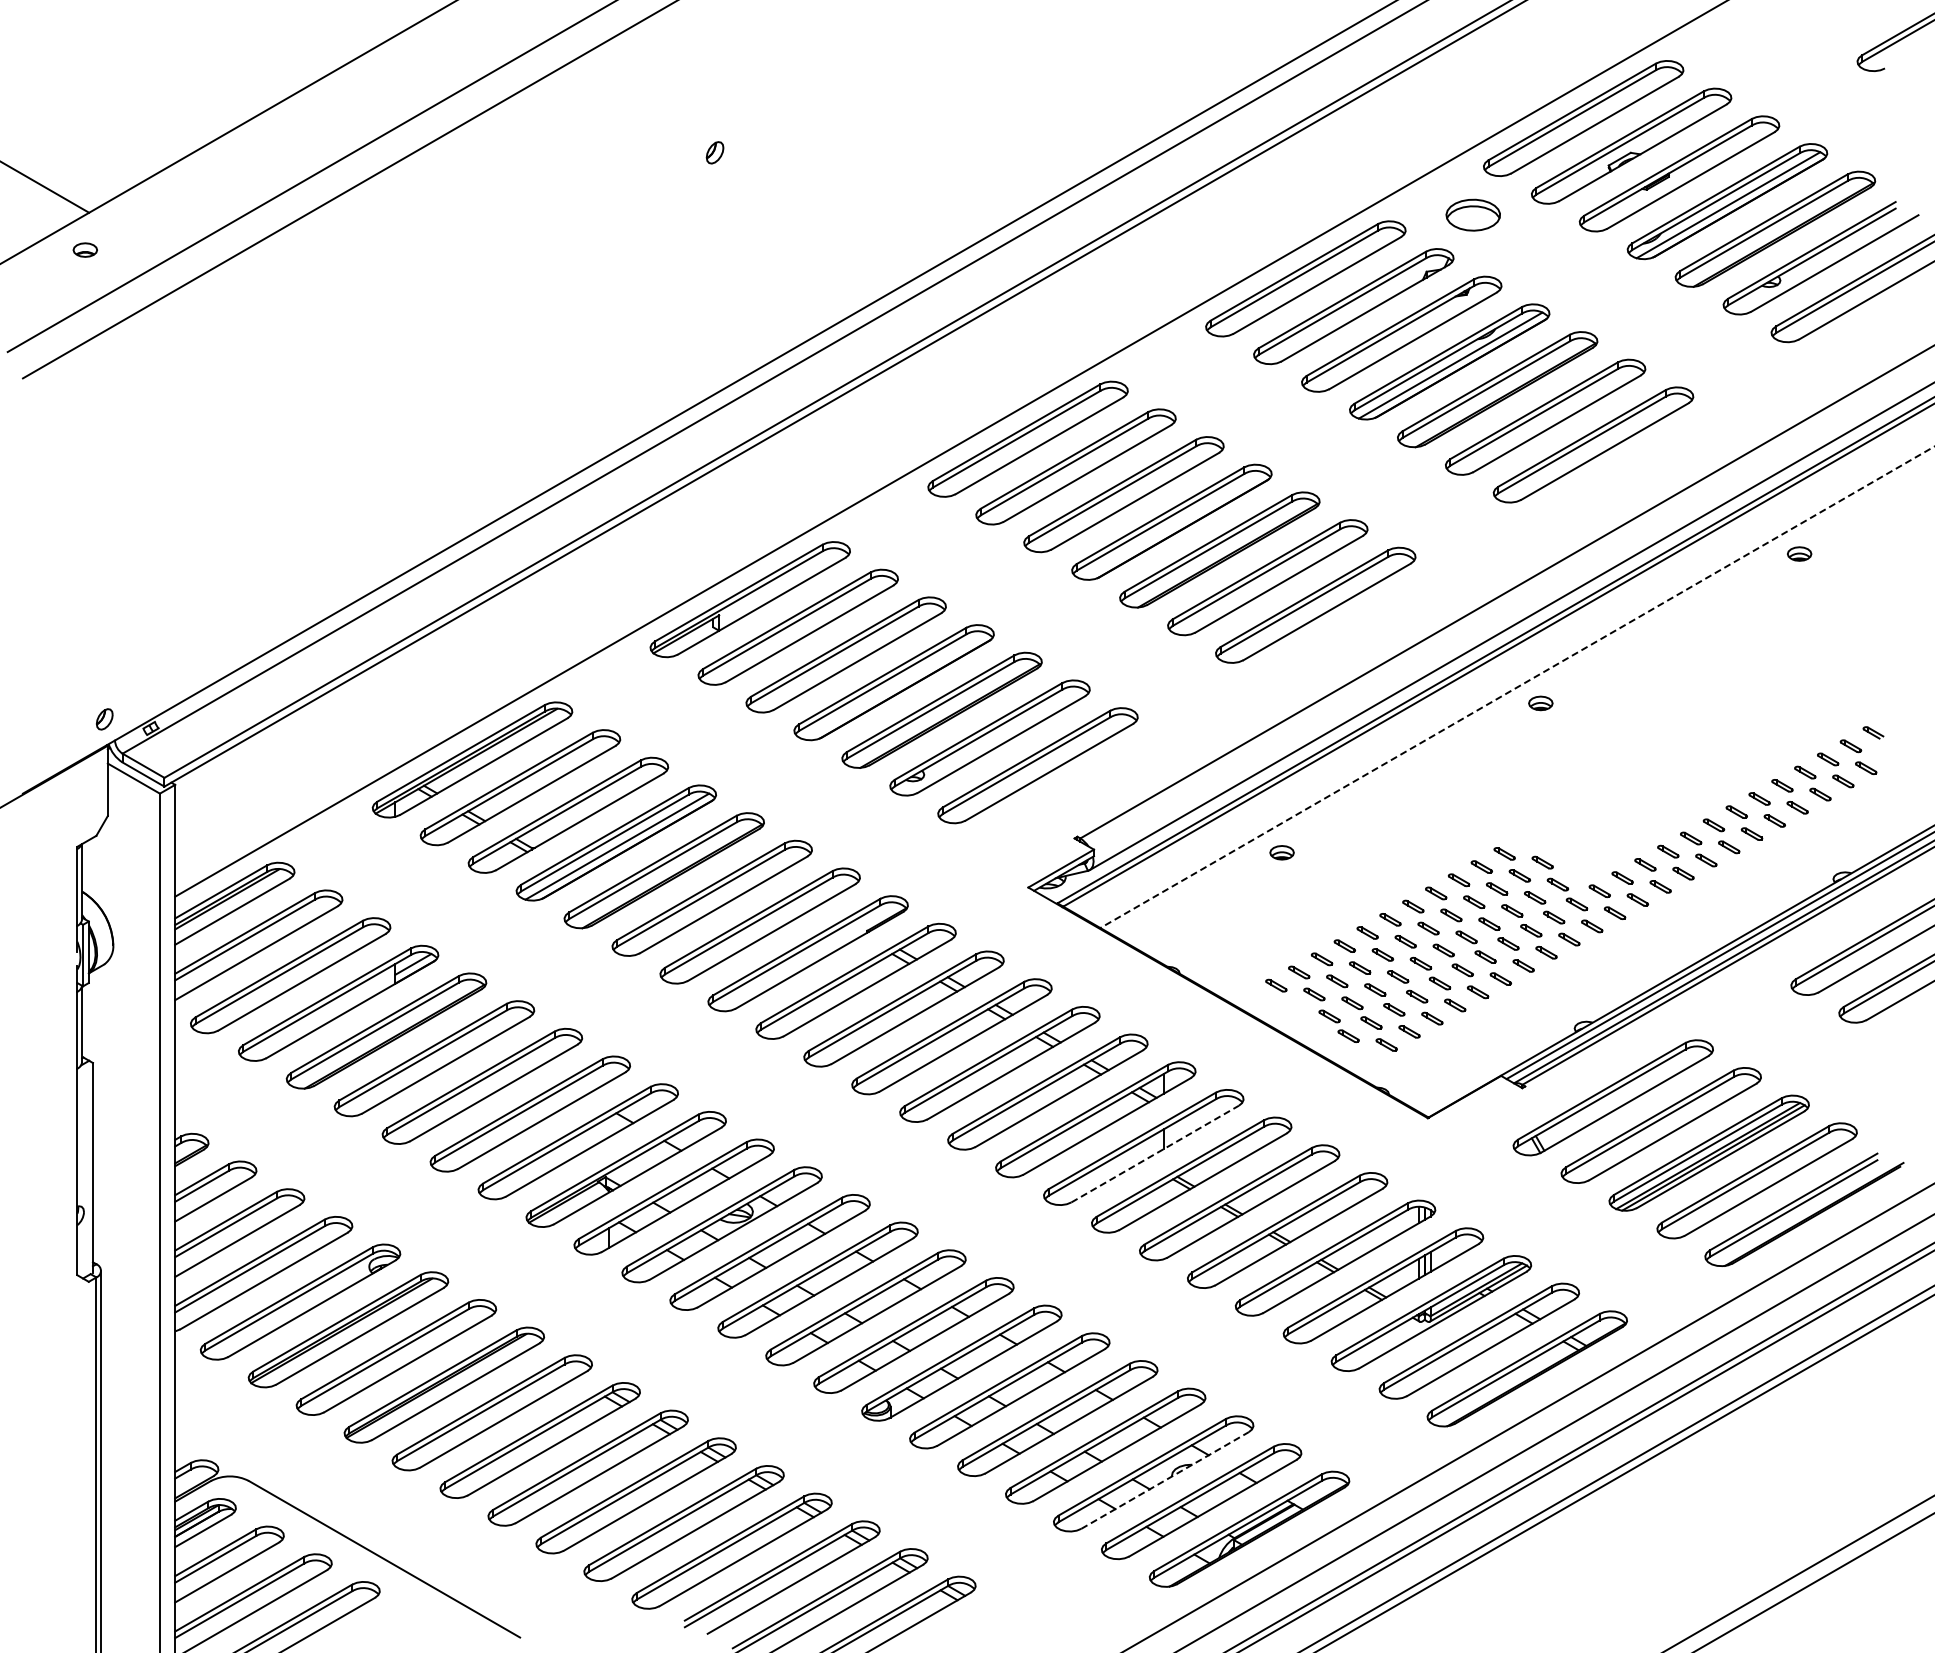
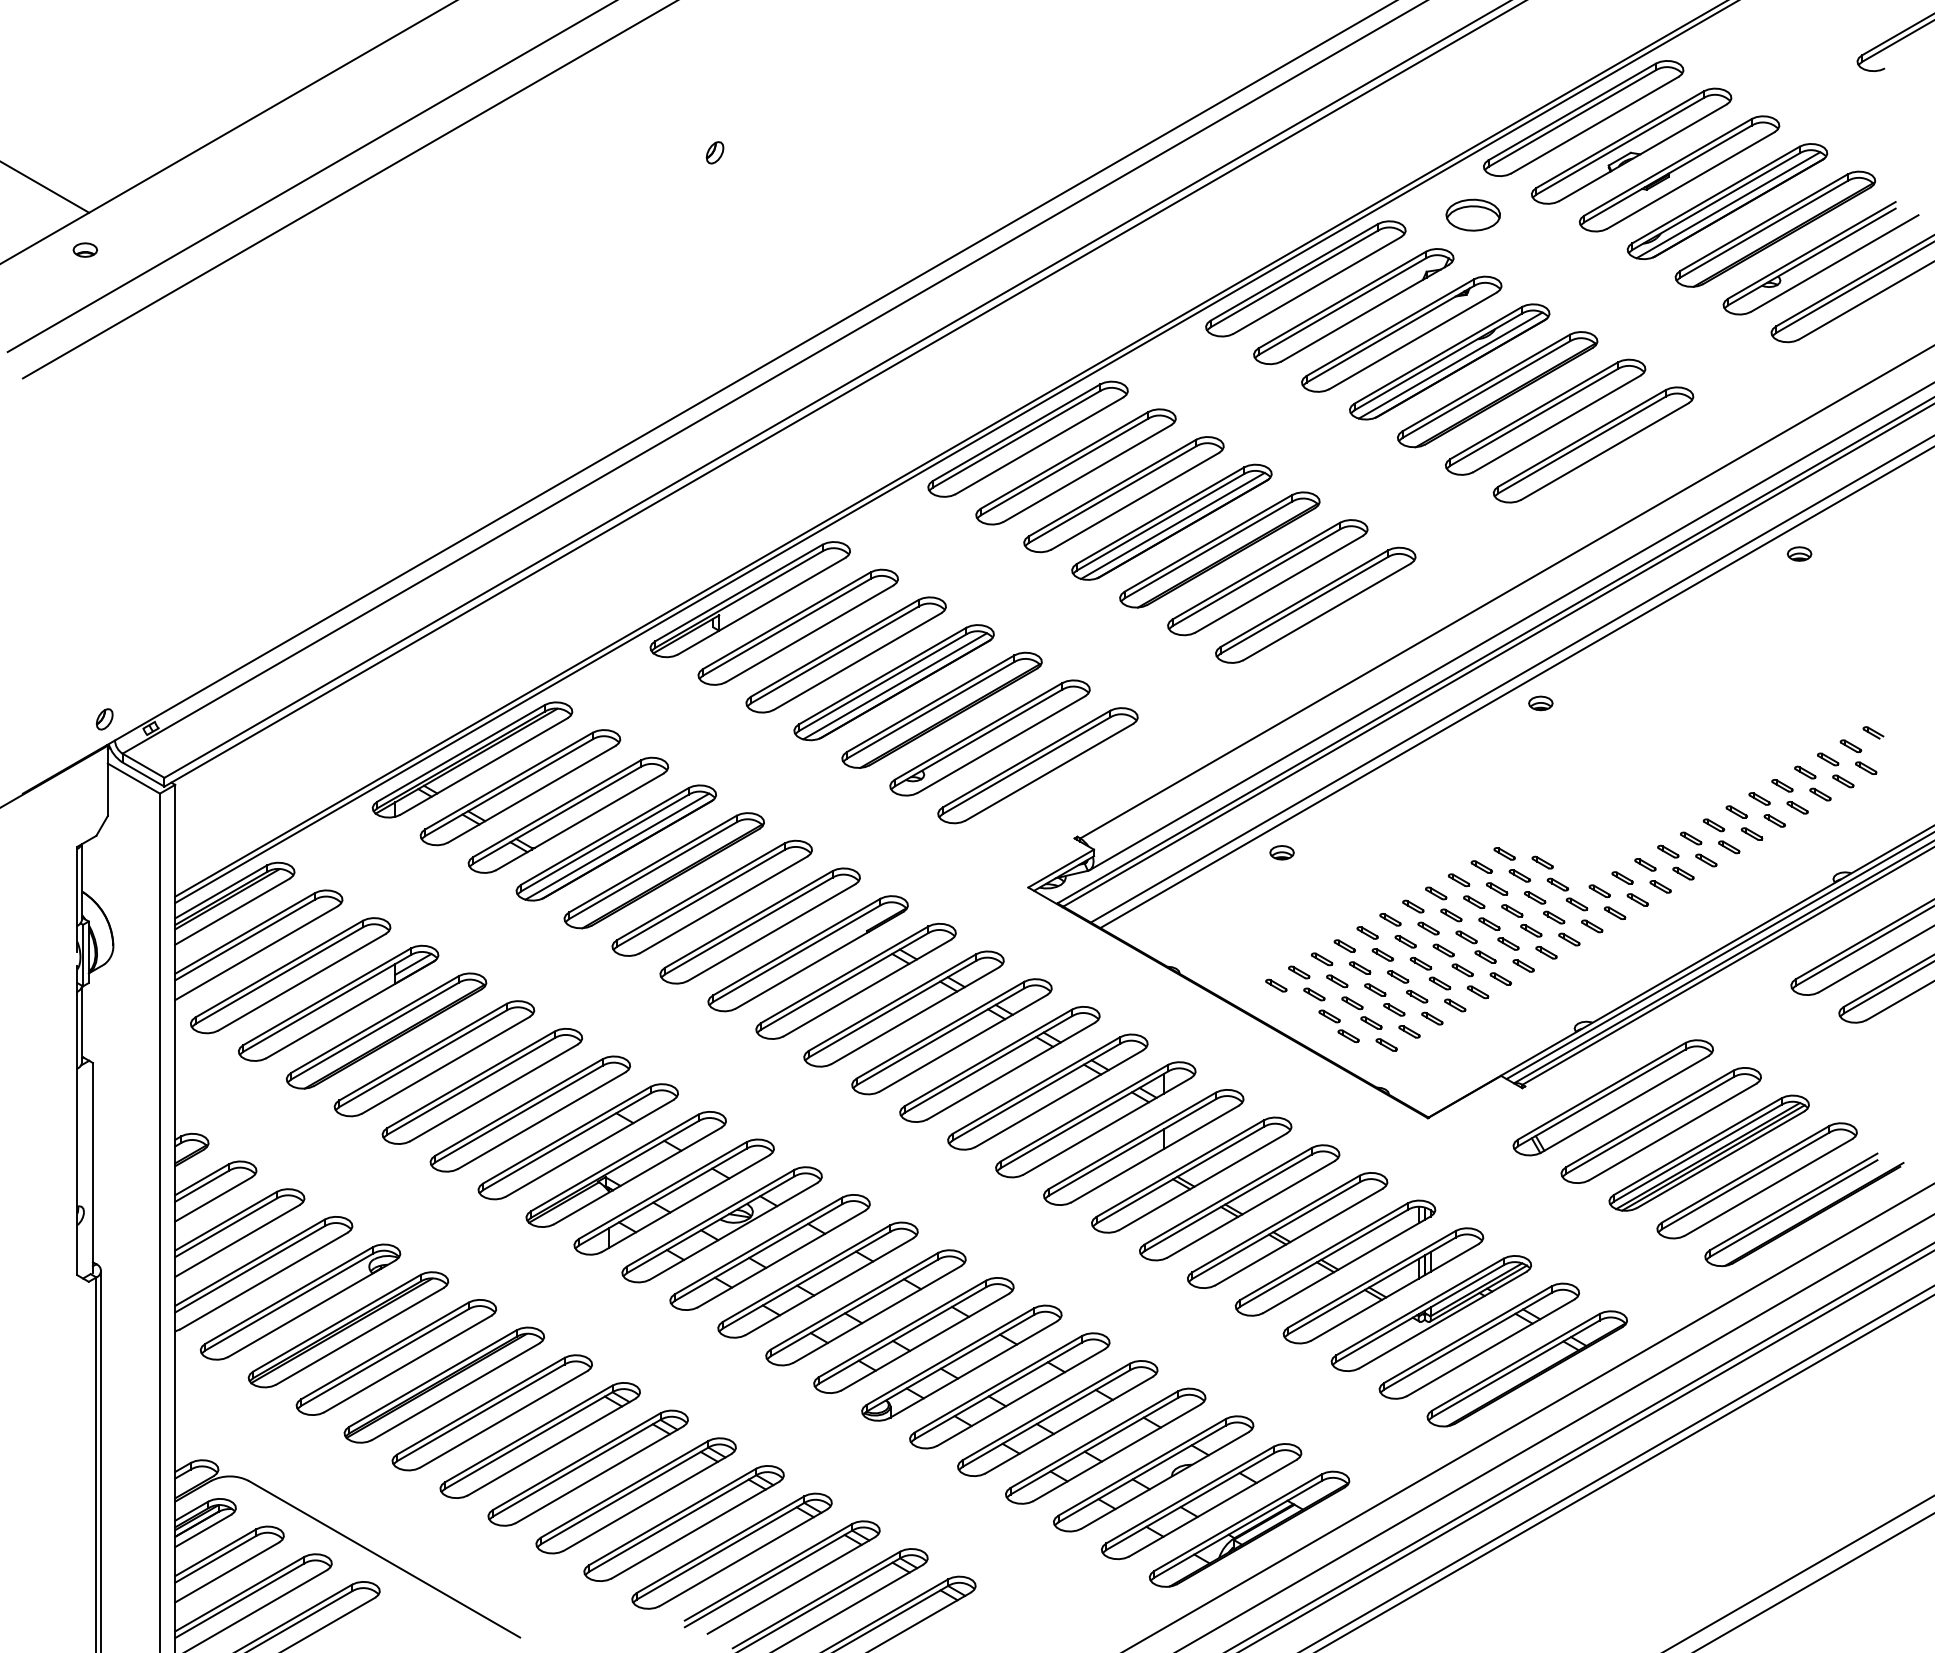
line at (955, 452): none -> present
line at (1172, 525): none -> present
line at (1510, 679): none -> present
line at (895, 686): none -> present
line at (1516, 687): dashed -> solid
line at (1155, 1154): dashed -> solid
line at (1165, 1480): dashed -> solid
